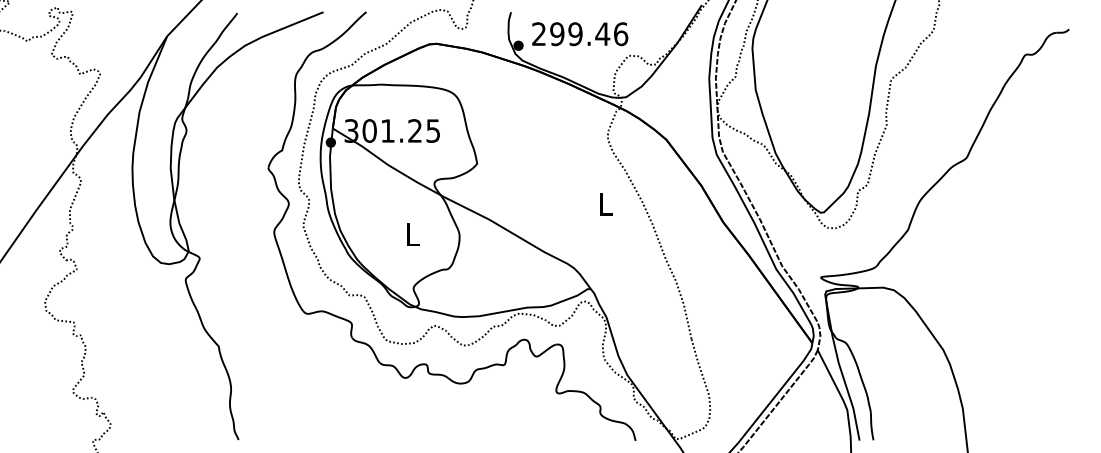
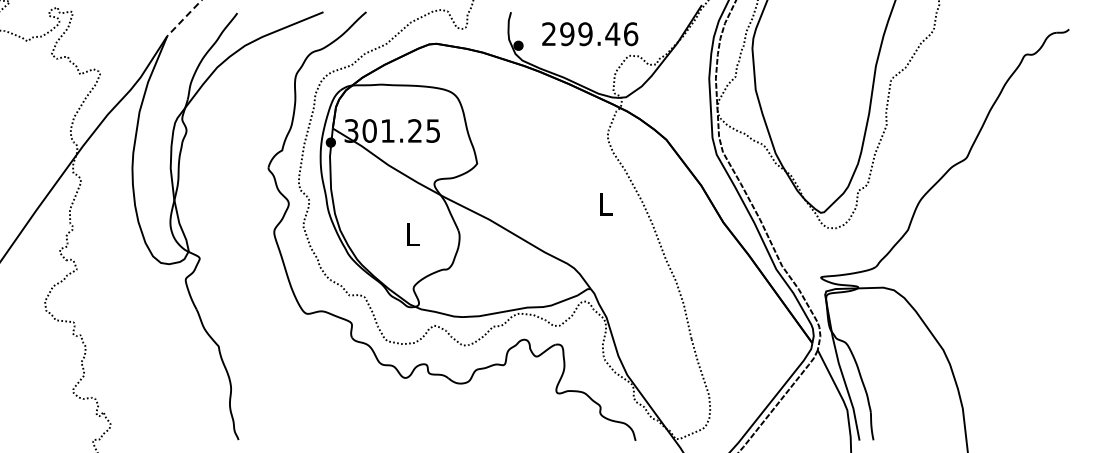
line at (184, 18): solid -> dashed
text at (580, 34) position: (580, 34) -> (590, 34)
